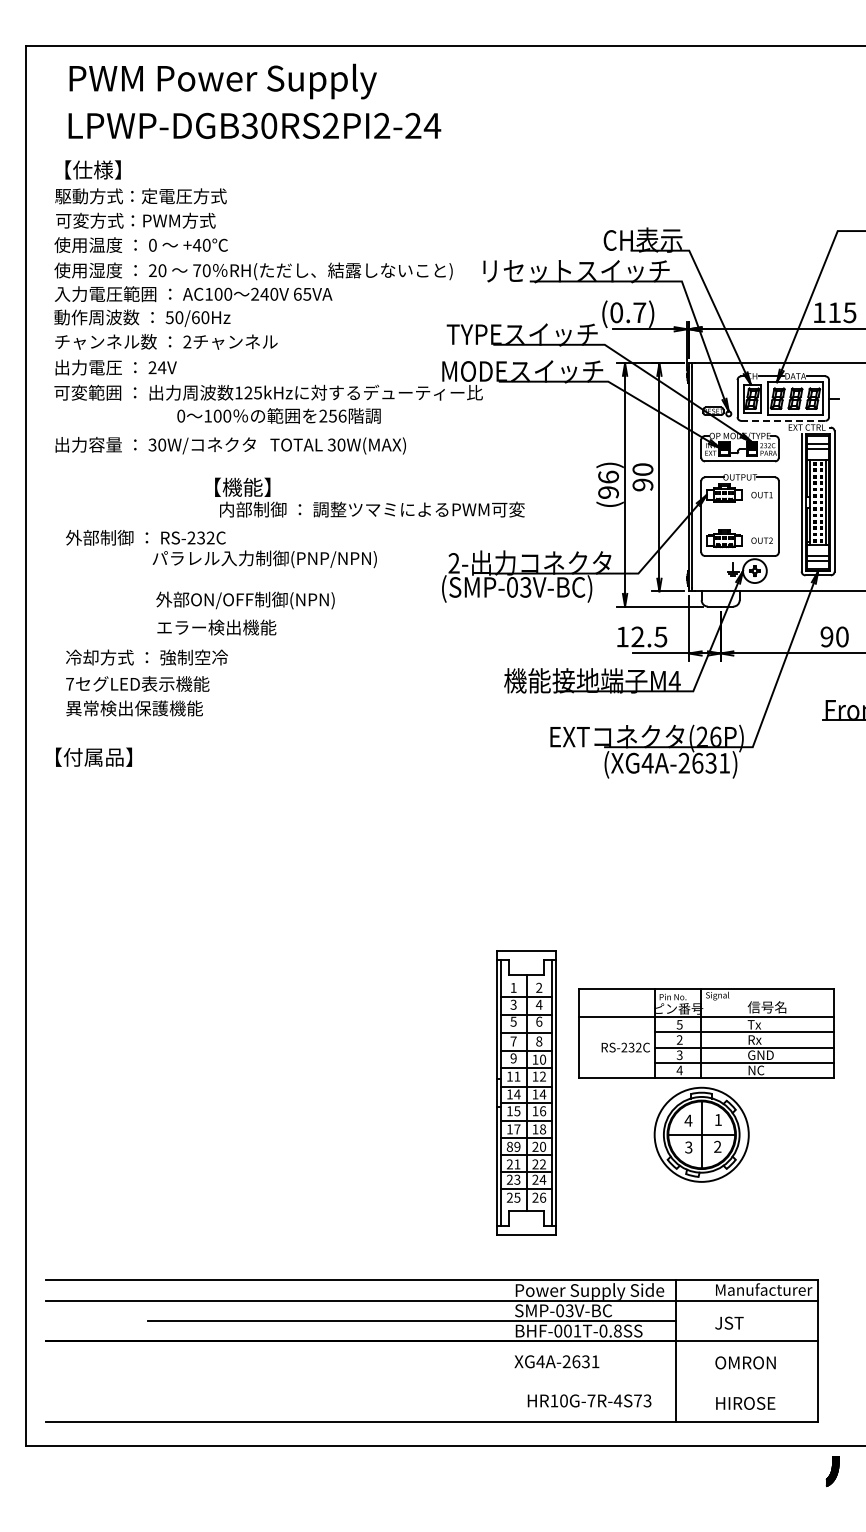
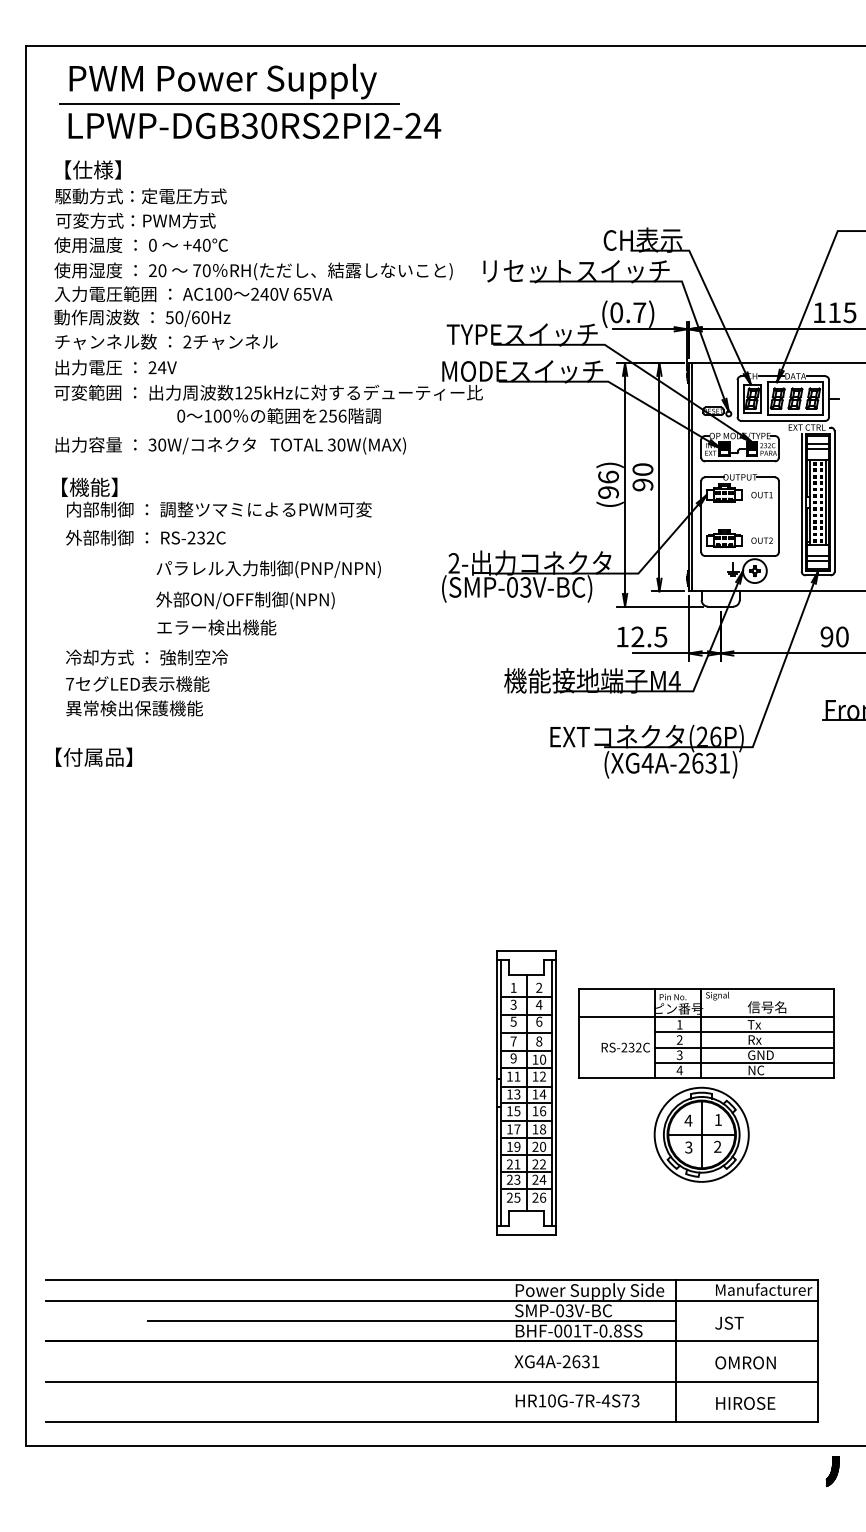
line at (229, 104): none -> present
line at (783, 420): dashed -> solid
text at (369, 497) position: (369, 497) -> (216, 497)
text at (264, 559) position: (264, 559) -> (268, 569)
text at (679, 1024): 5 -> 1
text at (517, 1094): 14 -> 13
text at (509, 1146): 89 -> 19
line at (431, 1381): none -> present
text at (589, 1400) position: (589, 1400) -> (577, 1400)
